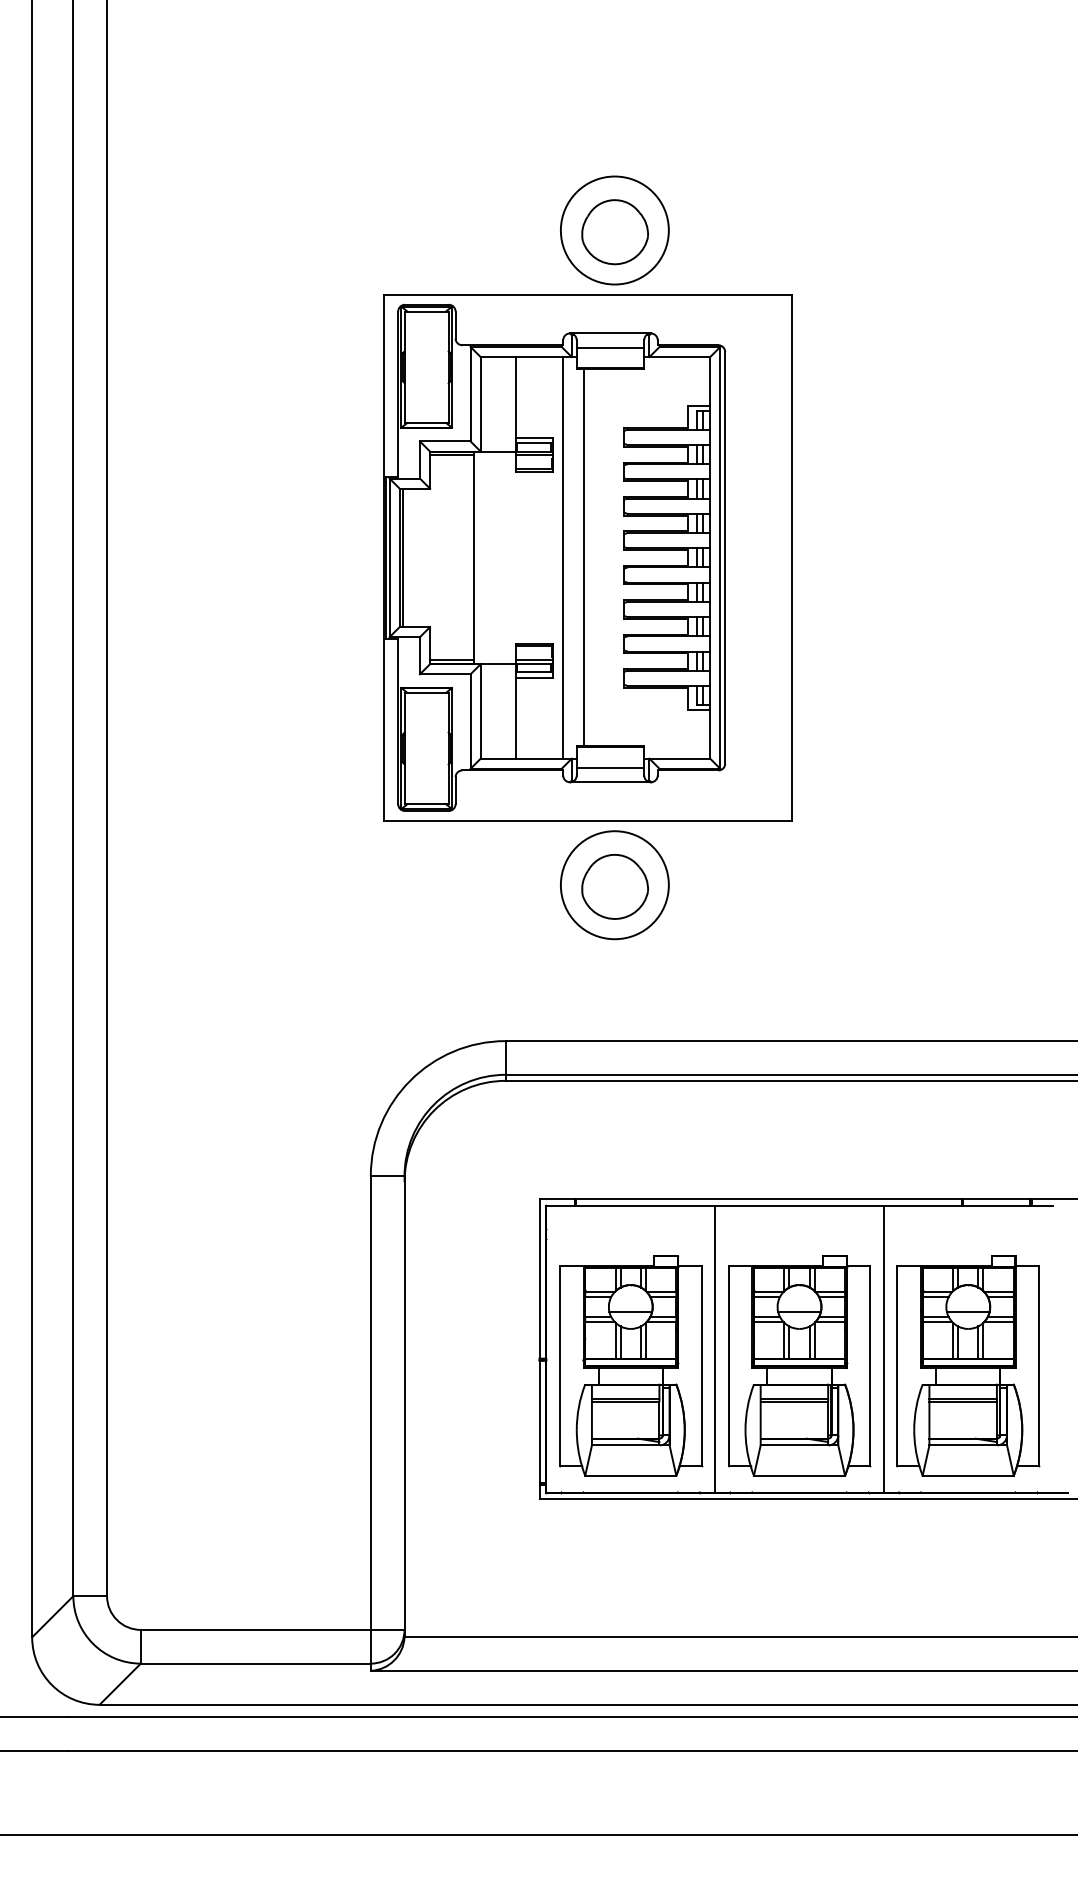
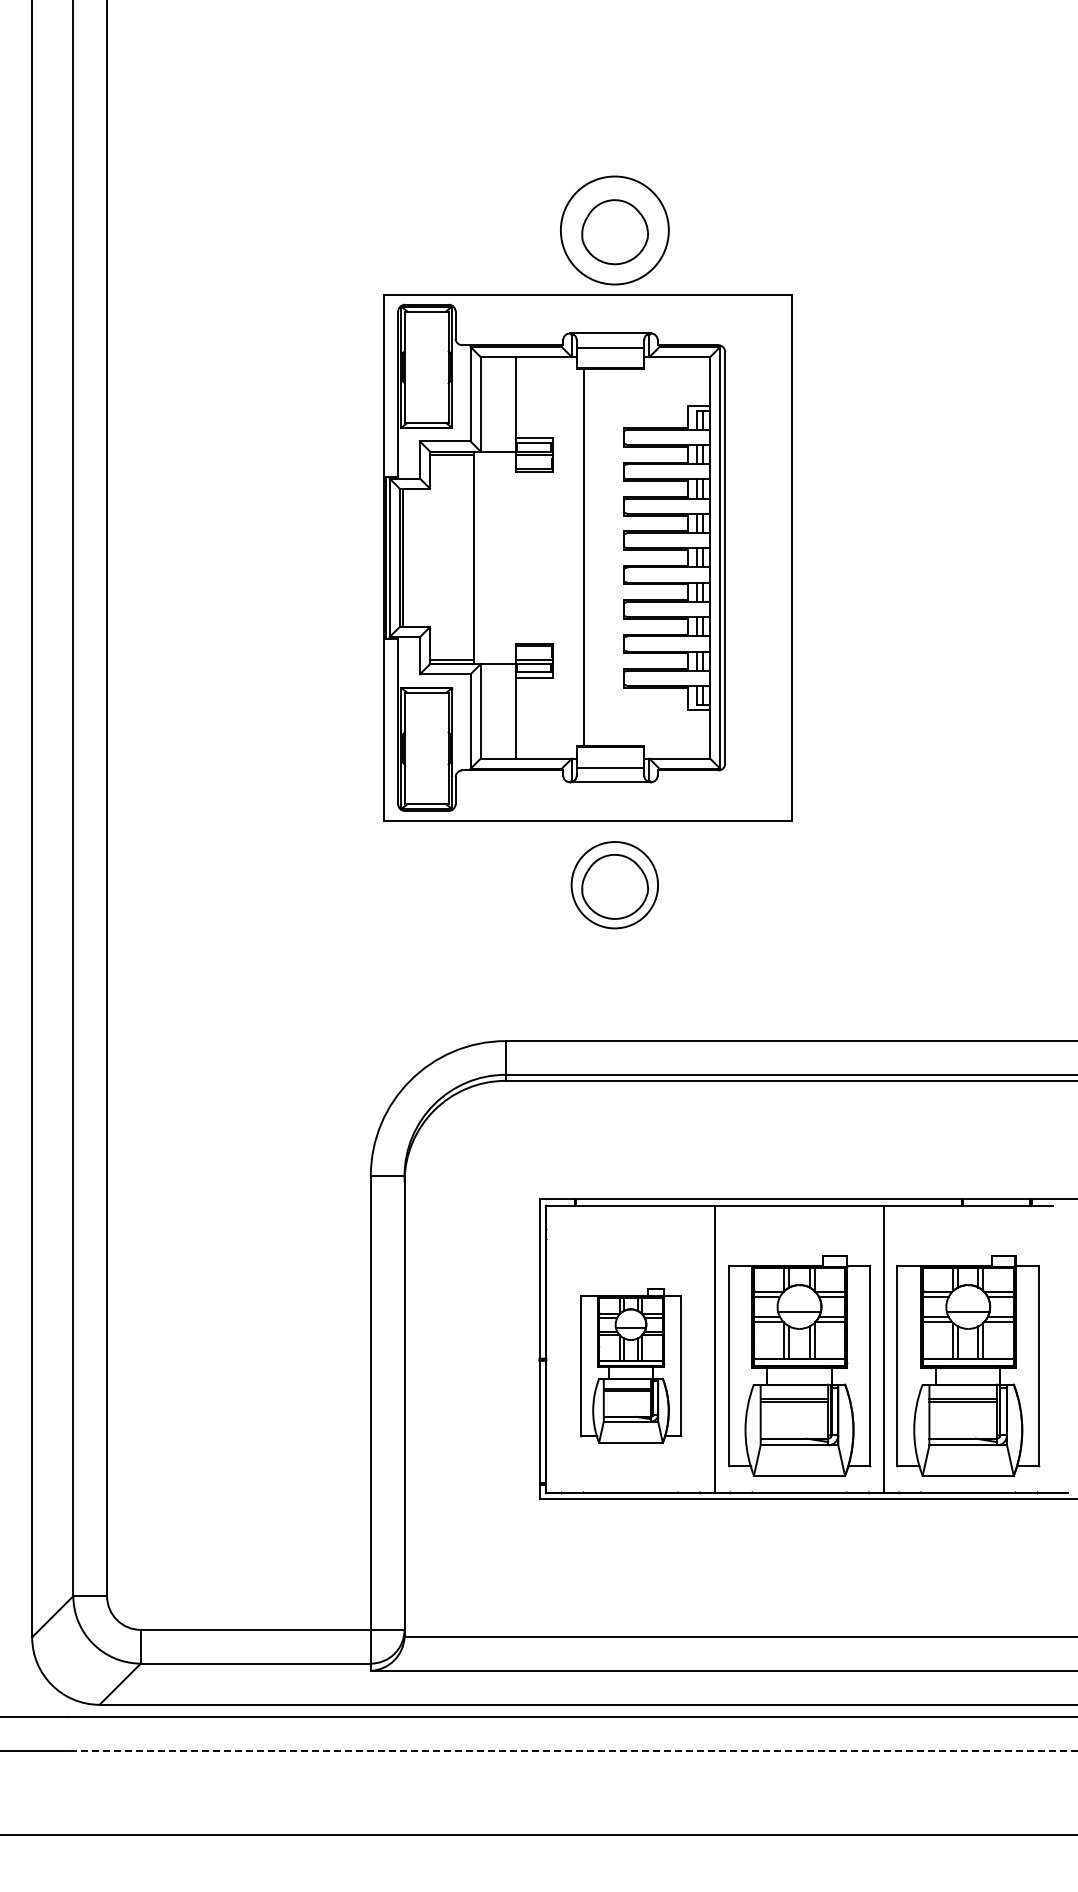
line at (563, 557): present -> none
circle at (614, 885) diameter: 108 px -> 86 px
part at (631, 1365) size: 145x222 px -> 103x156 px
line at (572, 1750): solid -> dashed
